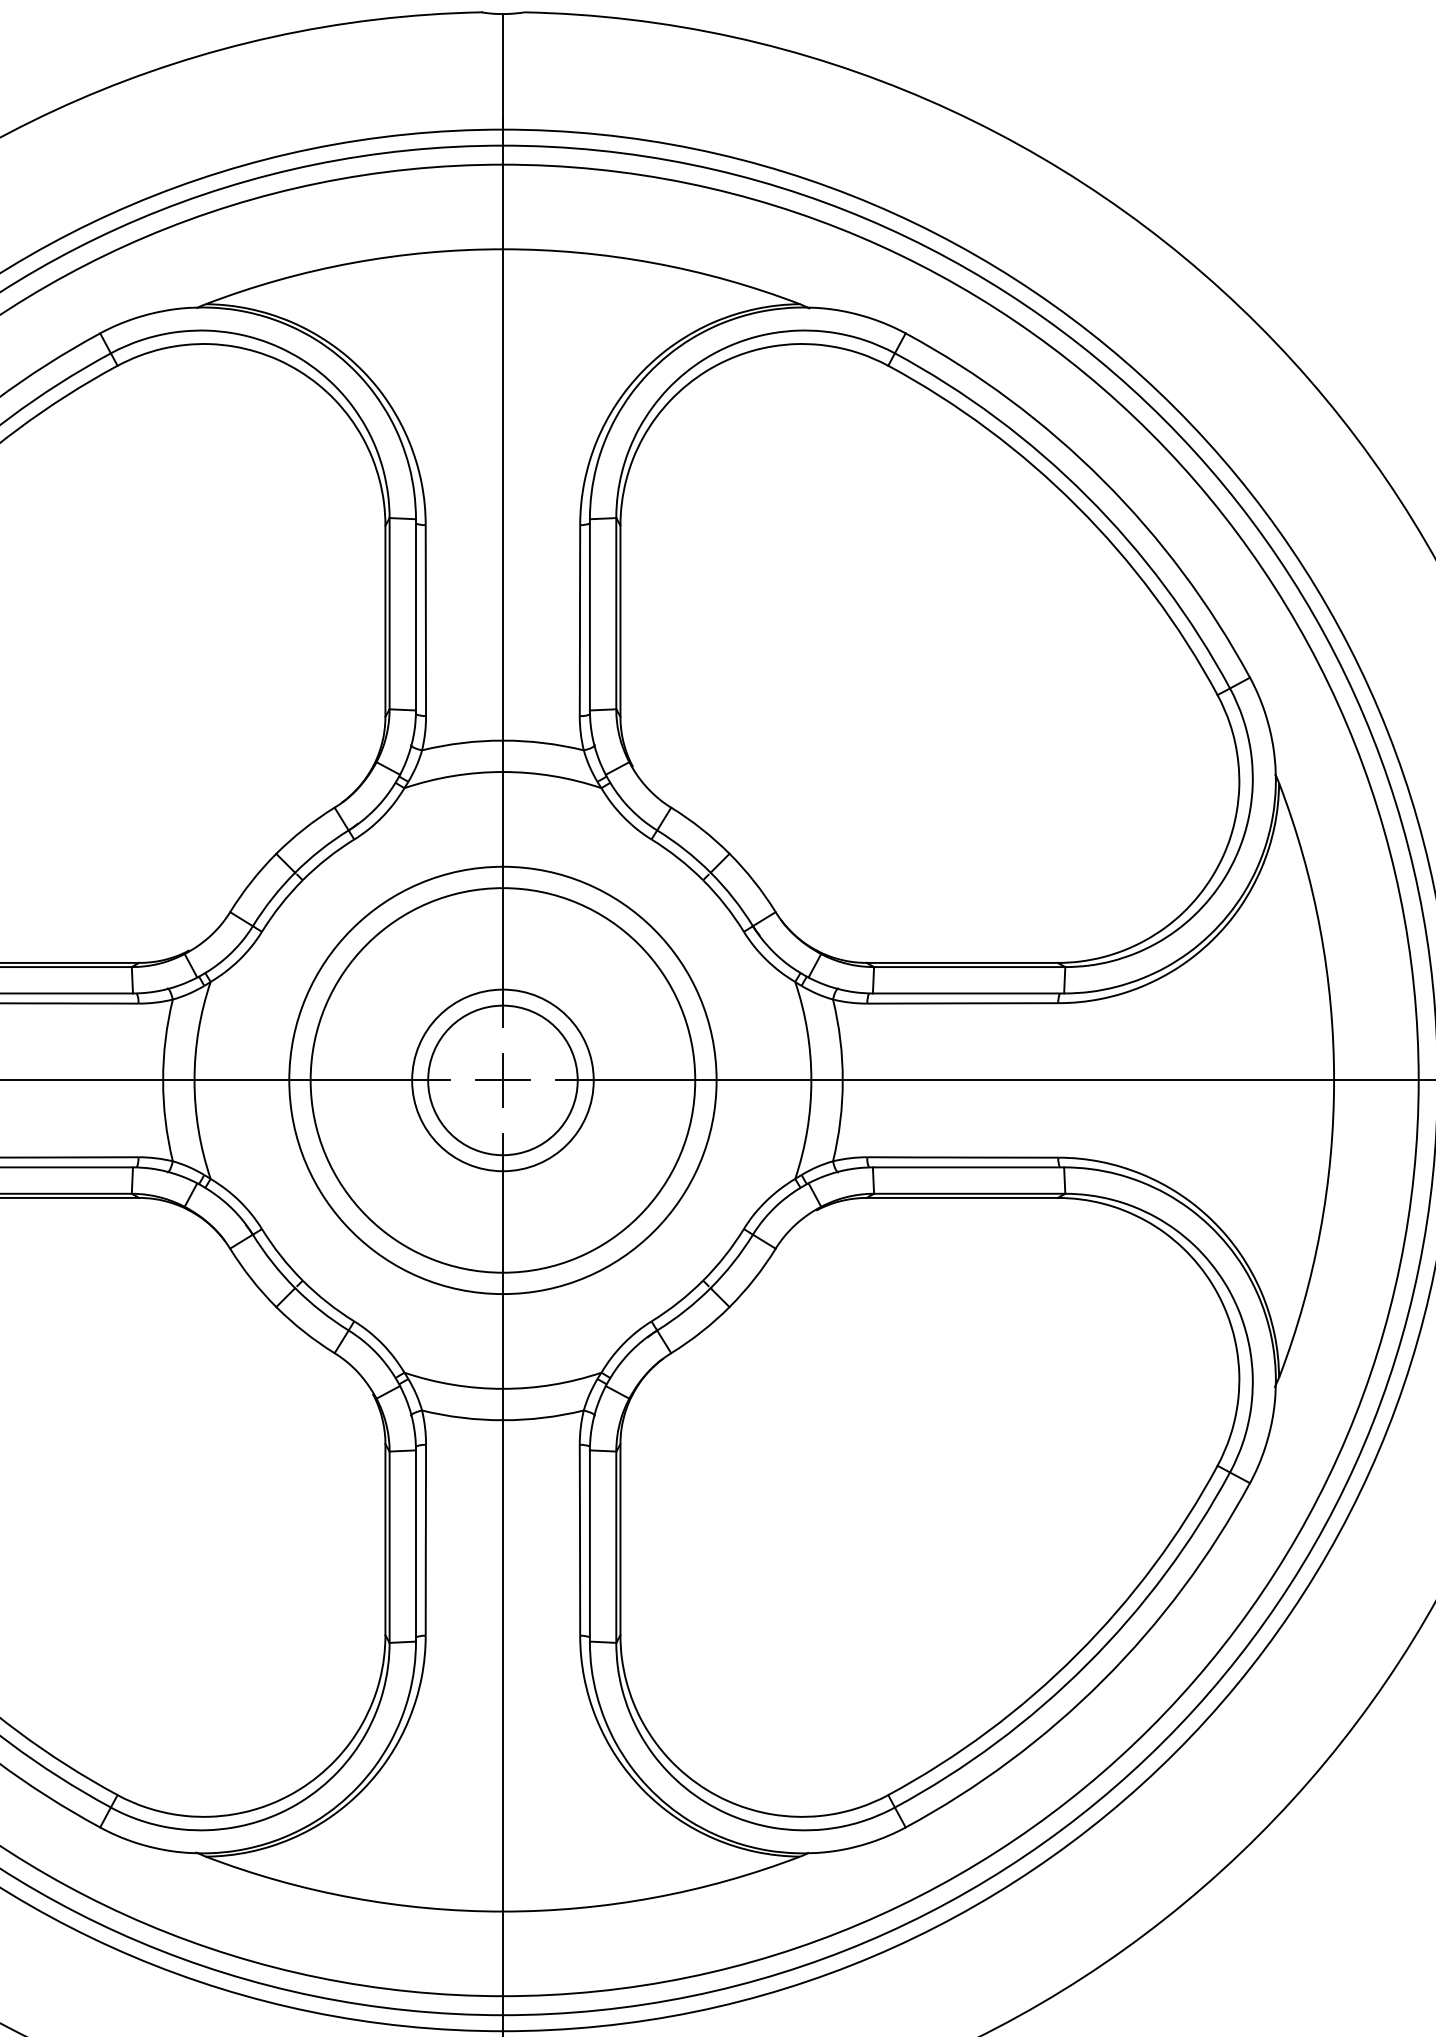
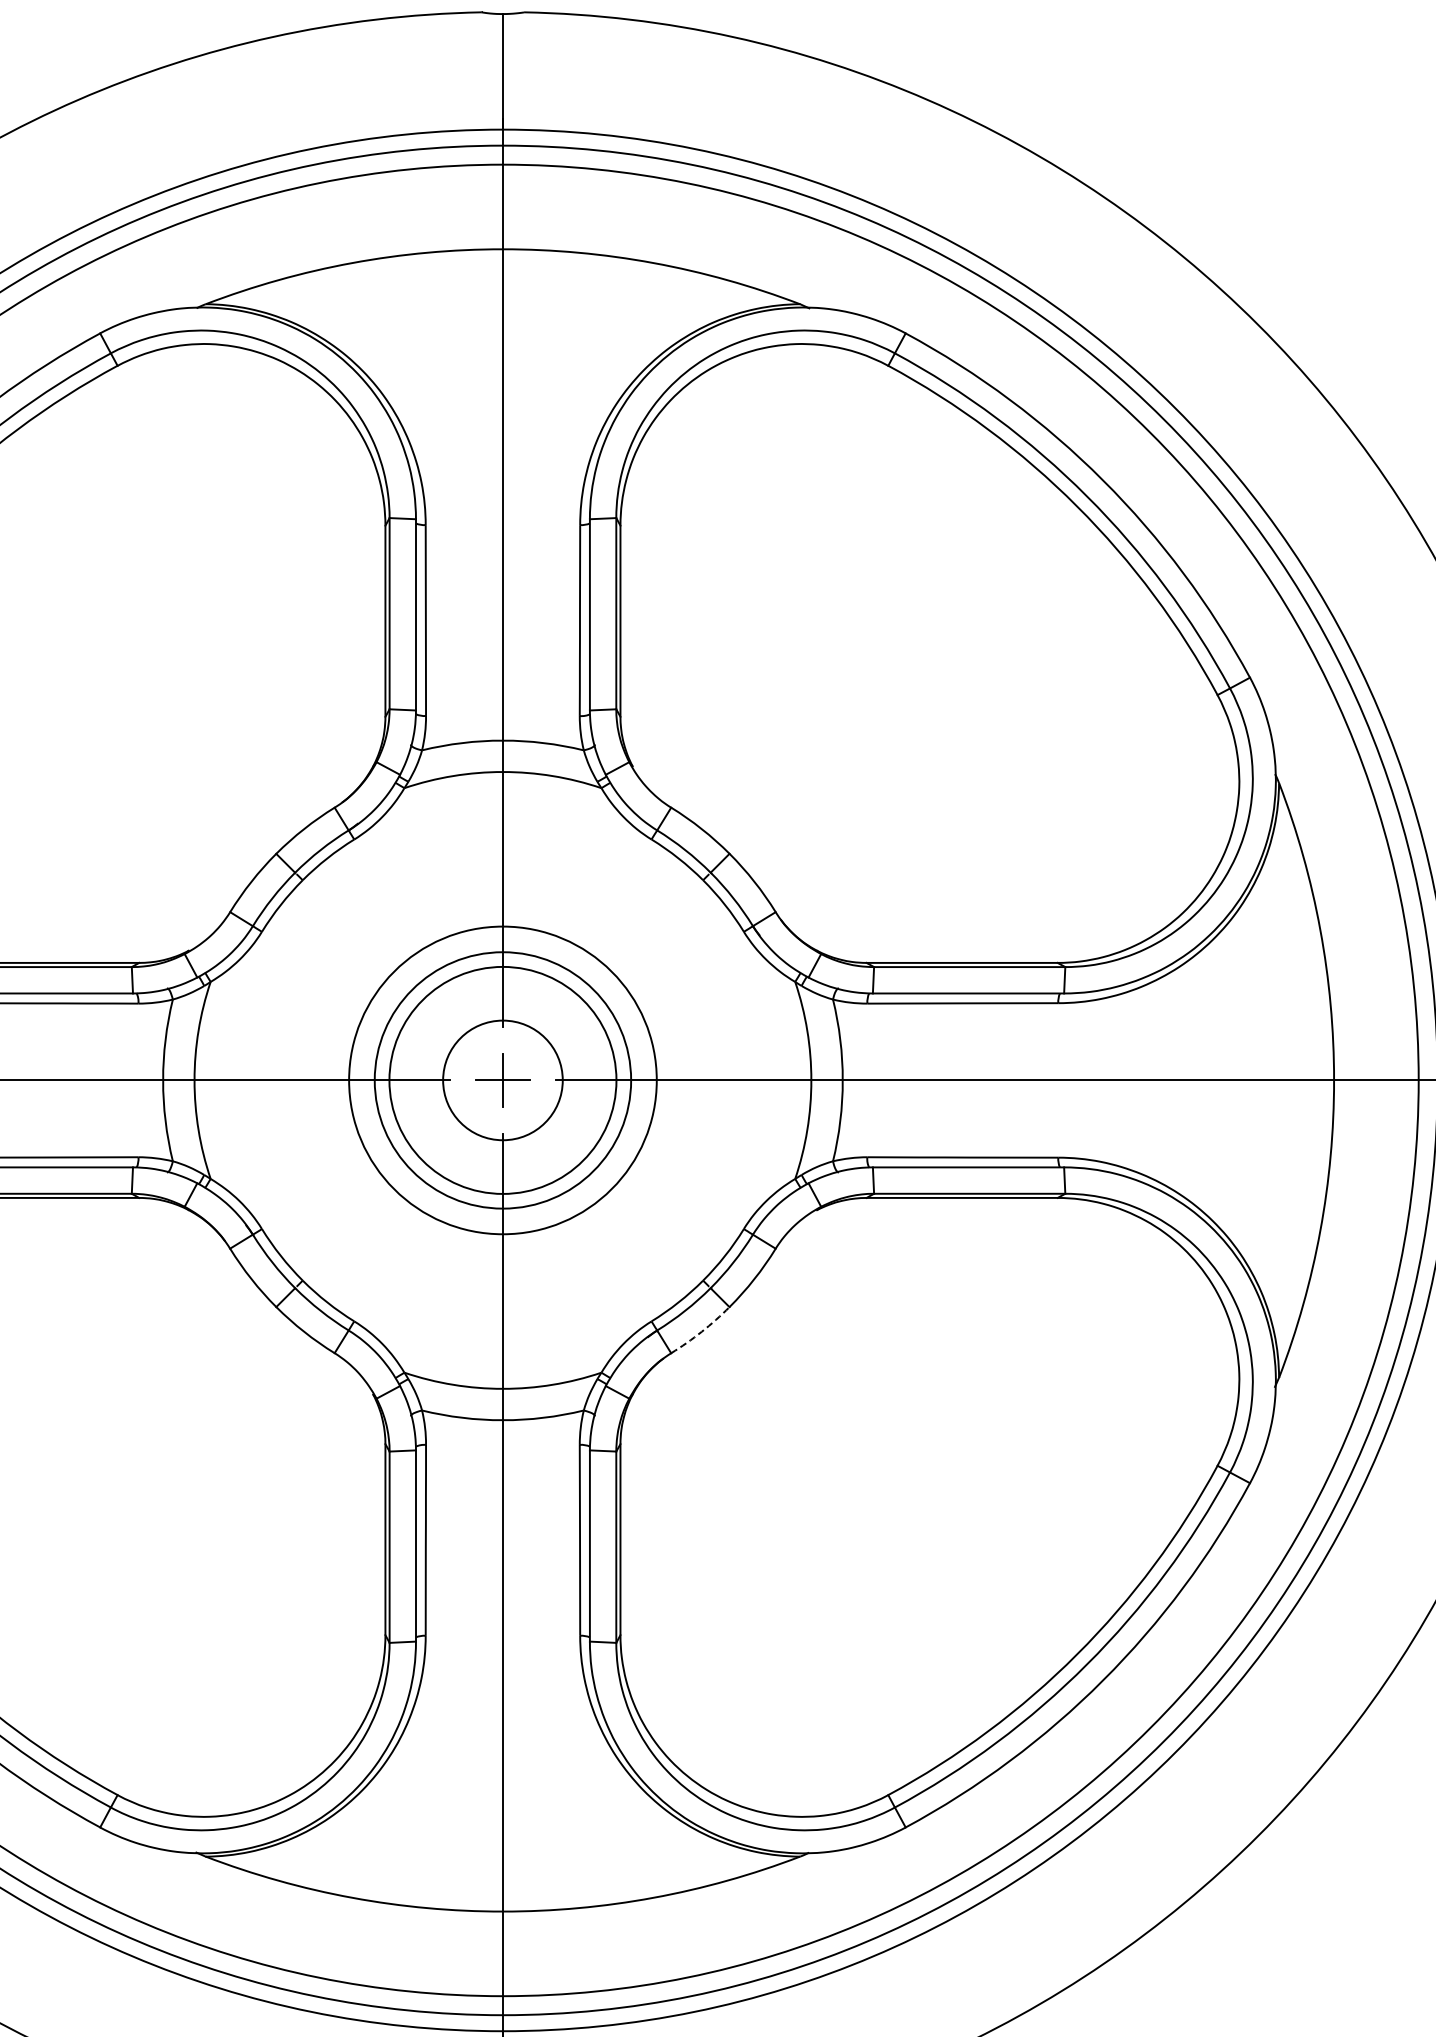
circle at (502, 1080) diameter: 150 px -> 120 px
circle at (502, 1080) diameter: 182 px -> 227 px
circle at (502, 1080) diameter: 385 px -> 308 px
circle at (502, 1080) diameter: 427 px -> 256 px
arc at (701, 1331): solid -> dashed
